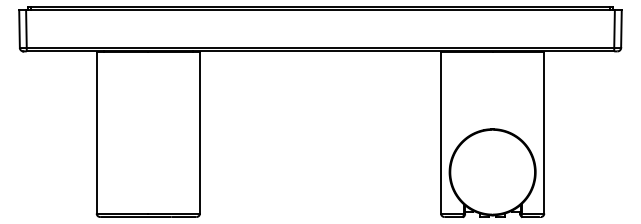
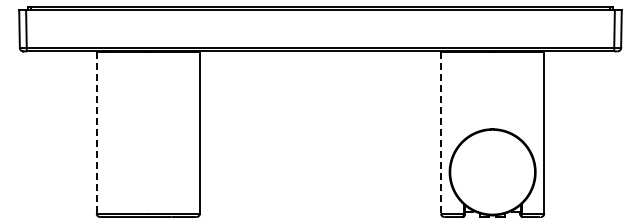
line at (96, 132): solid -> dashed
line at (441, 132): solid -> dashed
